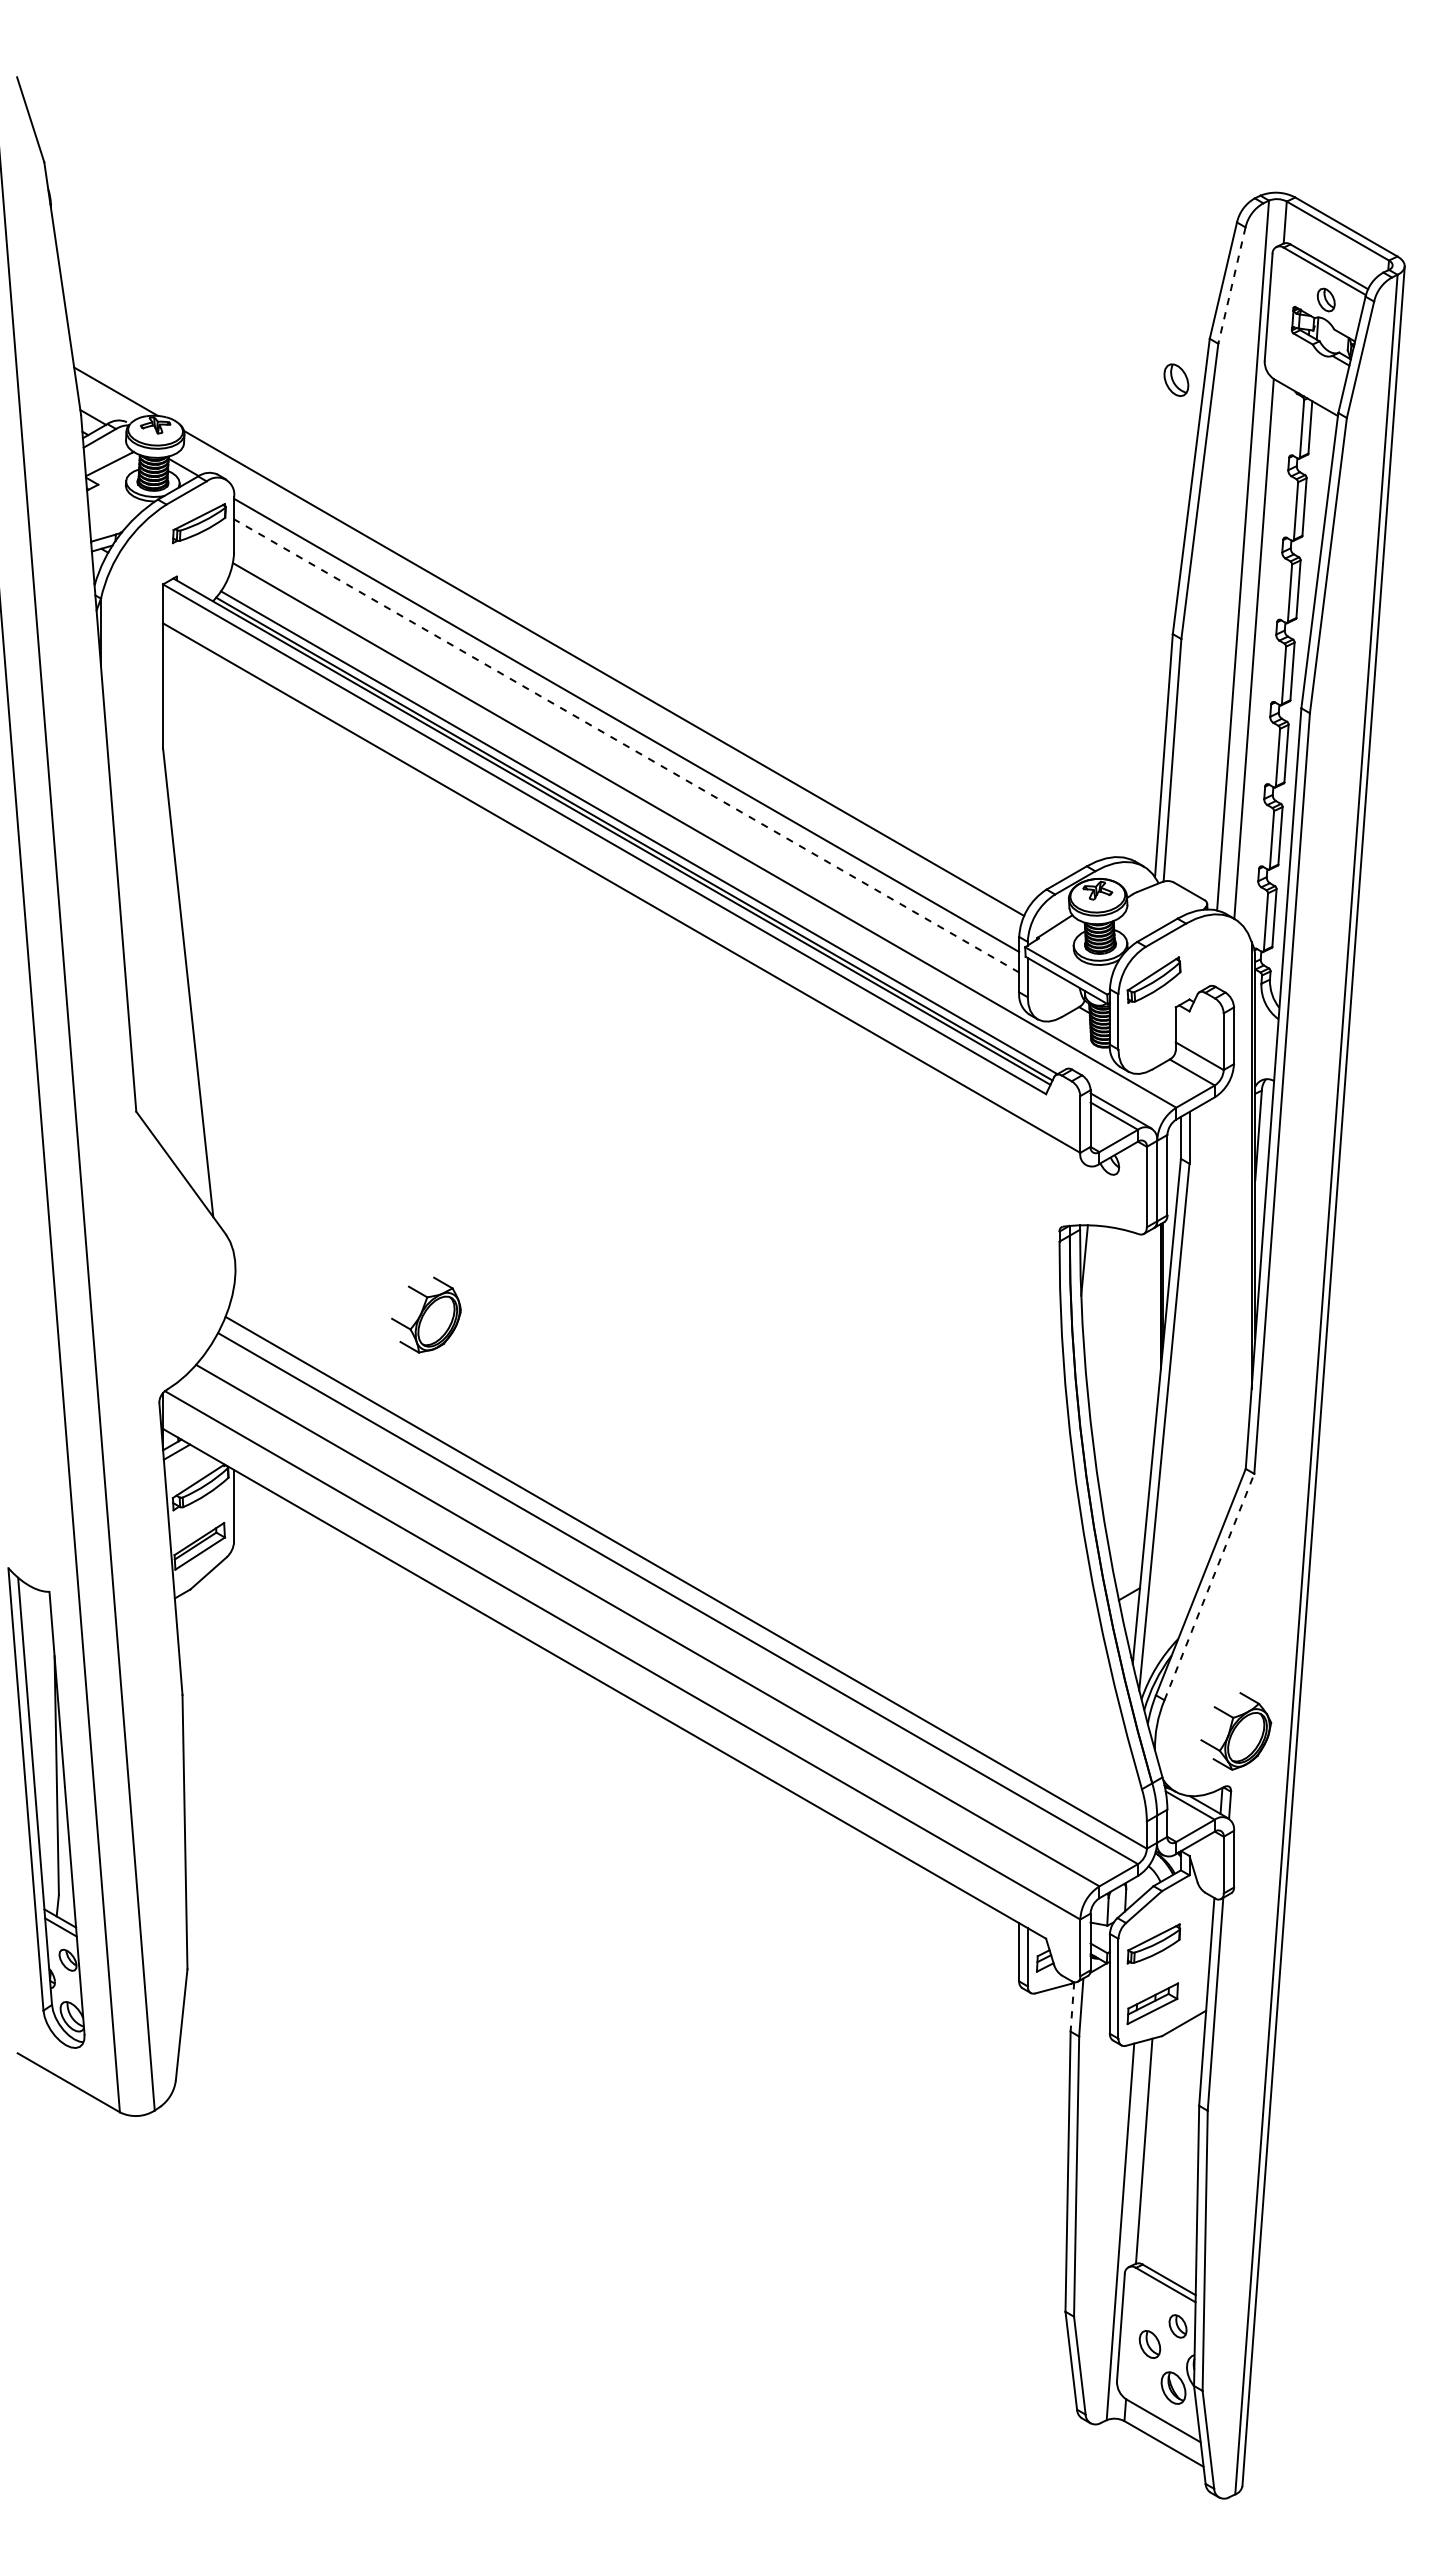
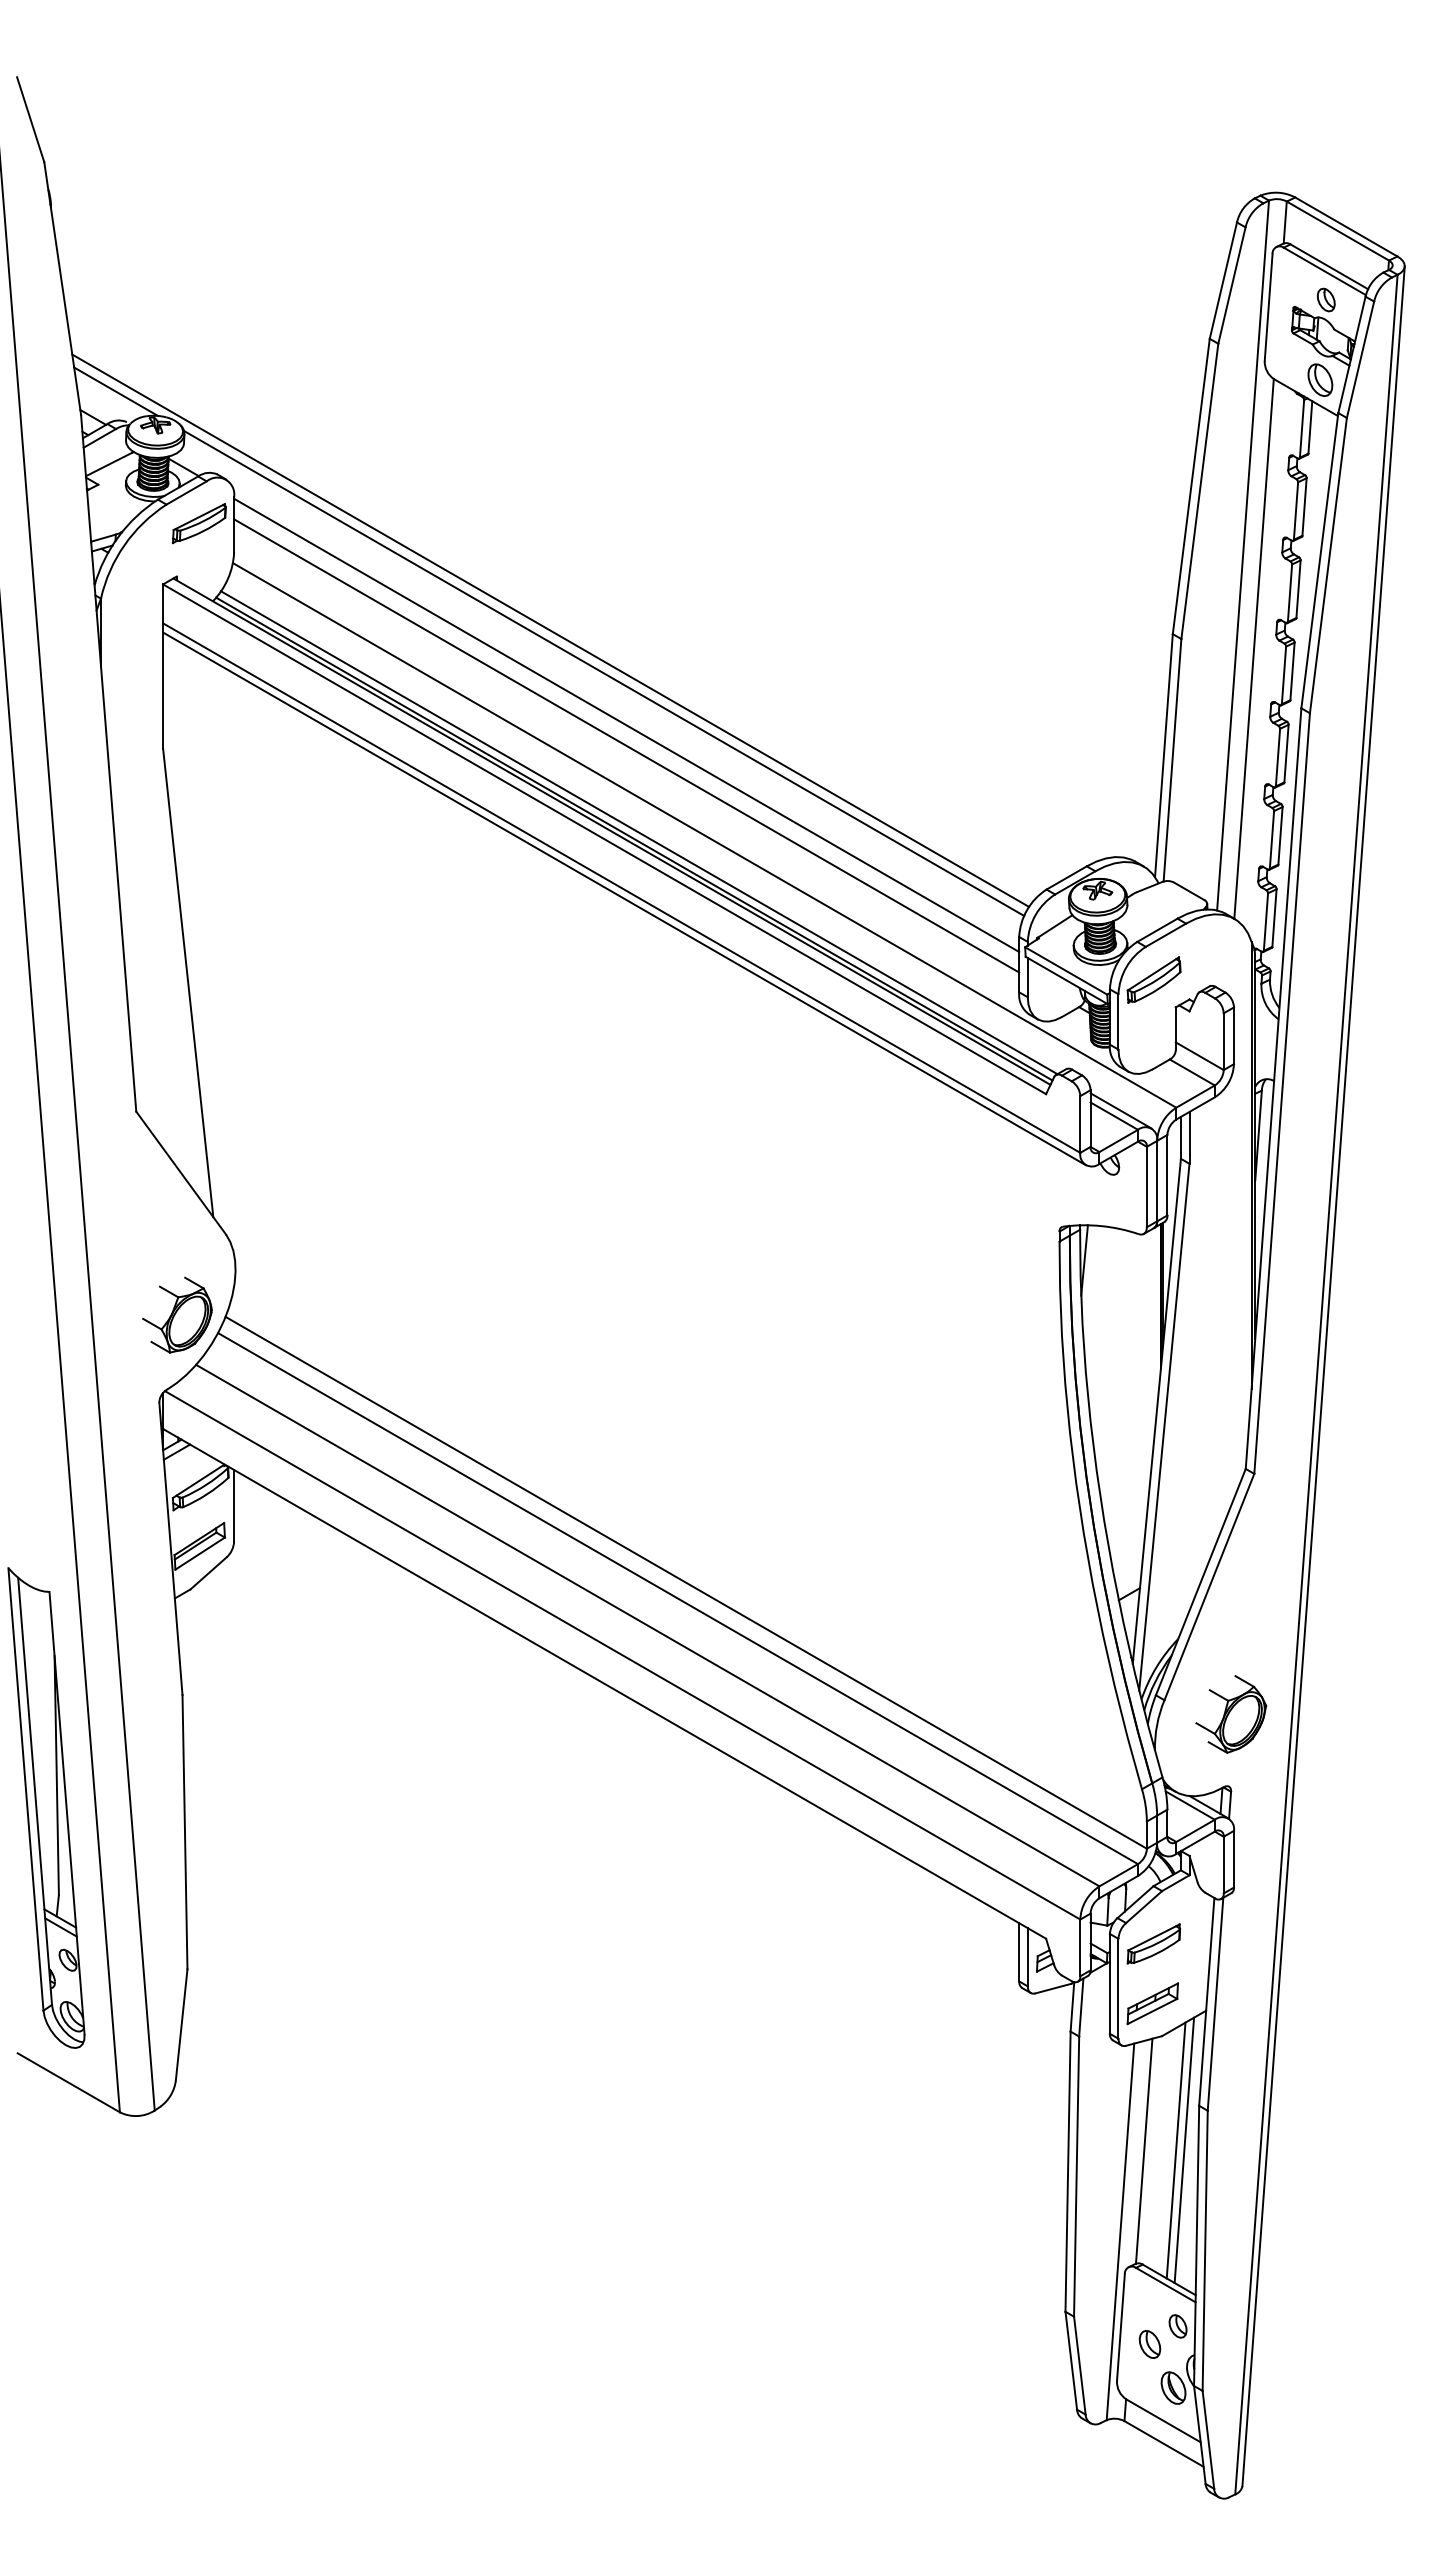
line at (1231, 285): dashed -> solid
part at (1176, 379) position: (1176, 379) -> (1320, 379)
line at (550, 630): none -> present
line at (626, 745): dashed -> solid
line at (624, 898): none -> present
part at (426, 1314) position: (426, 1314) -> (177, 1314)
line at (1209, 1587): dashed -> solid
part at (1236, 1731) position: (1236, 1731) -> (1231, 1714)
line at (1072, 2006): dashed -> solid
line at (1175, 2150): none -> present
line at (1184, 2150): none -> present
